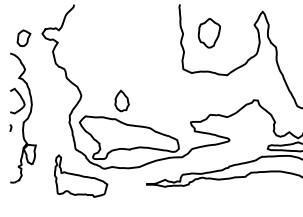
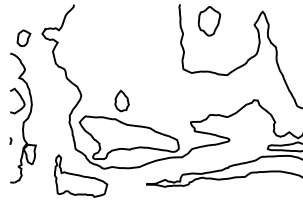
part at (208, 33) position: (208, 33) -> (208, 21)
line at (10, 127) position: (10, 127) -> (10, 140)
